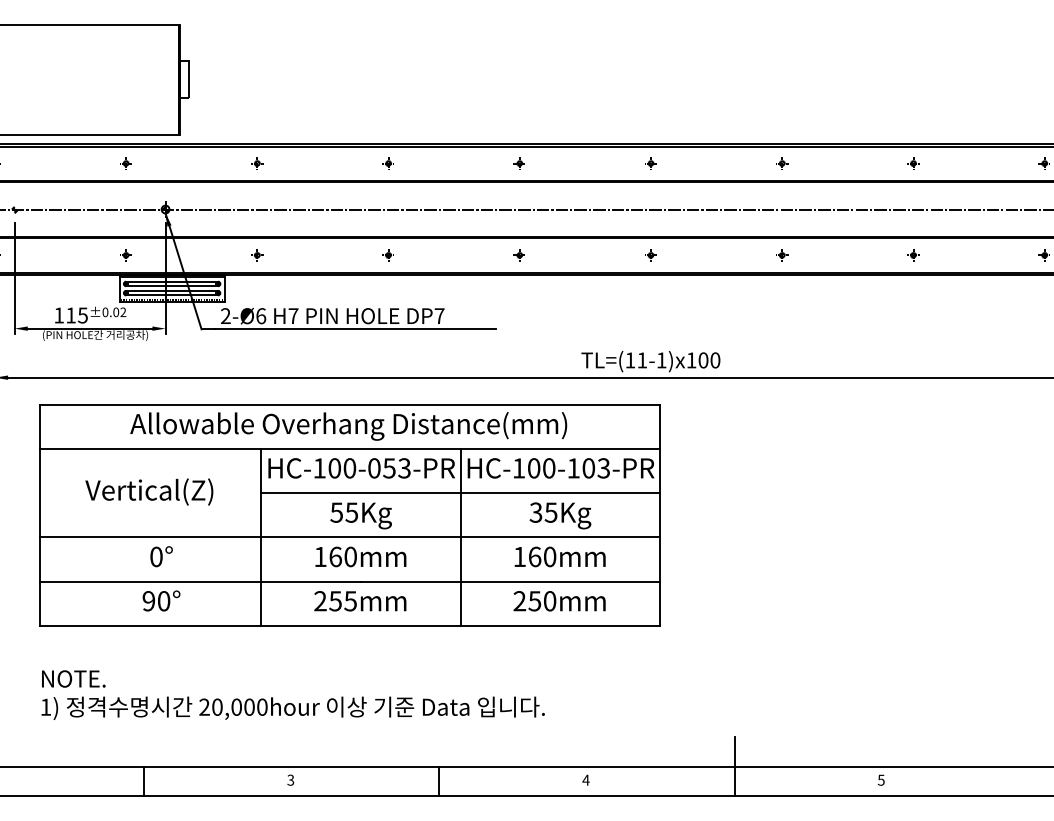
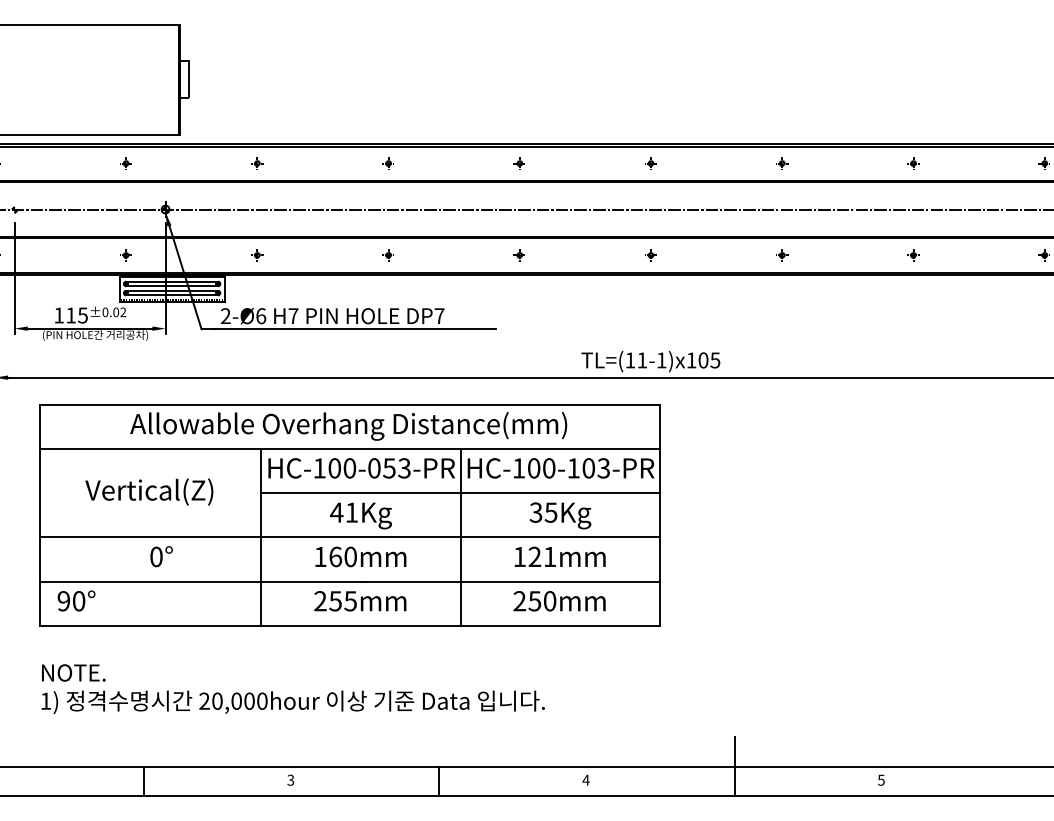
text at (715, 360): TL=(11-1)x100 -> TL=(11-1)x105
text at (343, 512): 55Kg -> 41Kg
text at (542, 556): 160mm -> 121mm
text at (161, 600) position: (161, 600) -> (76, 600)
text at (292, 694) position: (292, 694) -> (292, 688)
